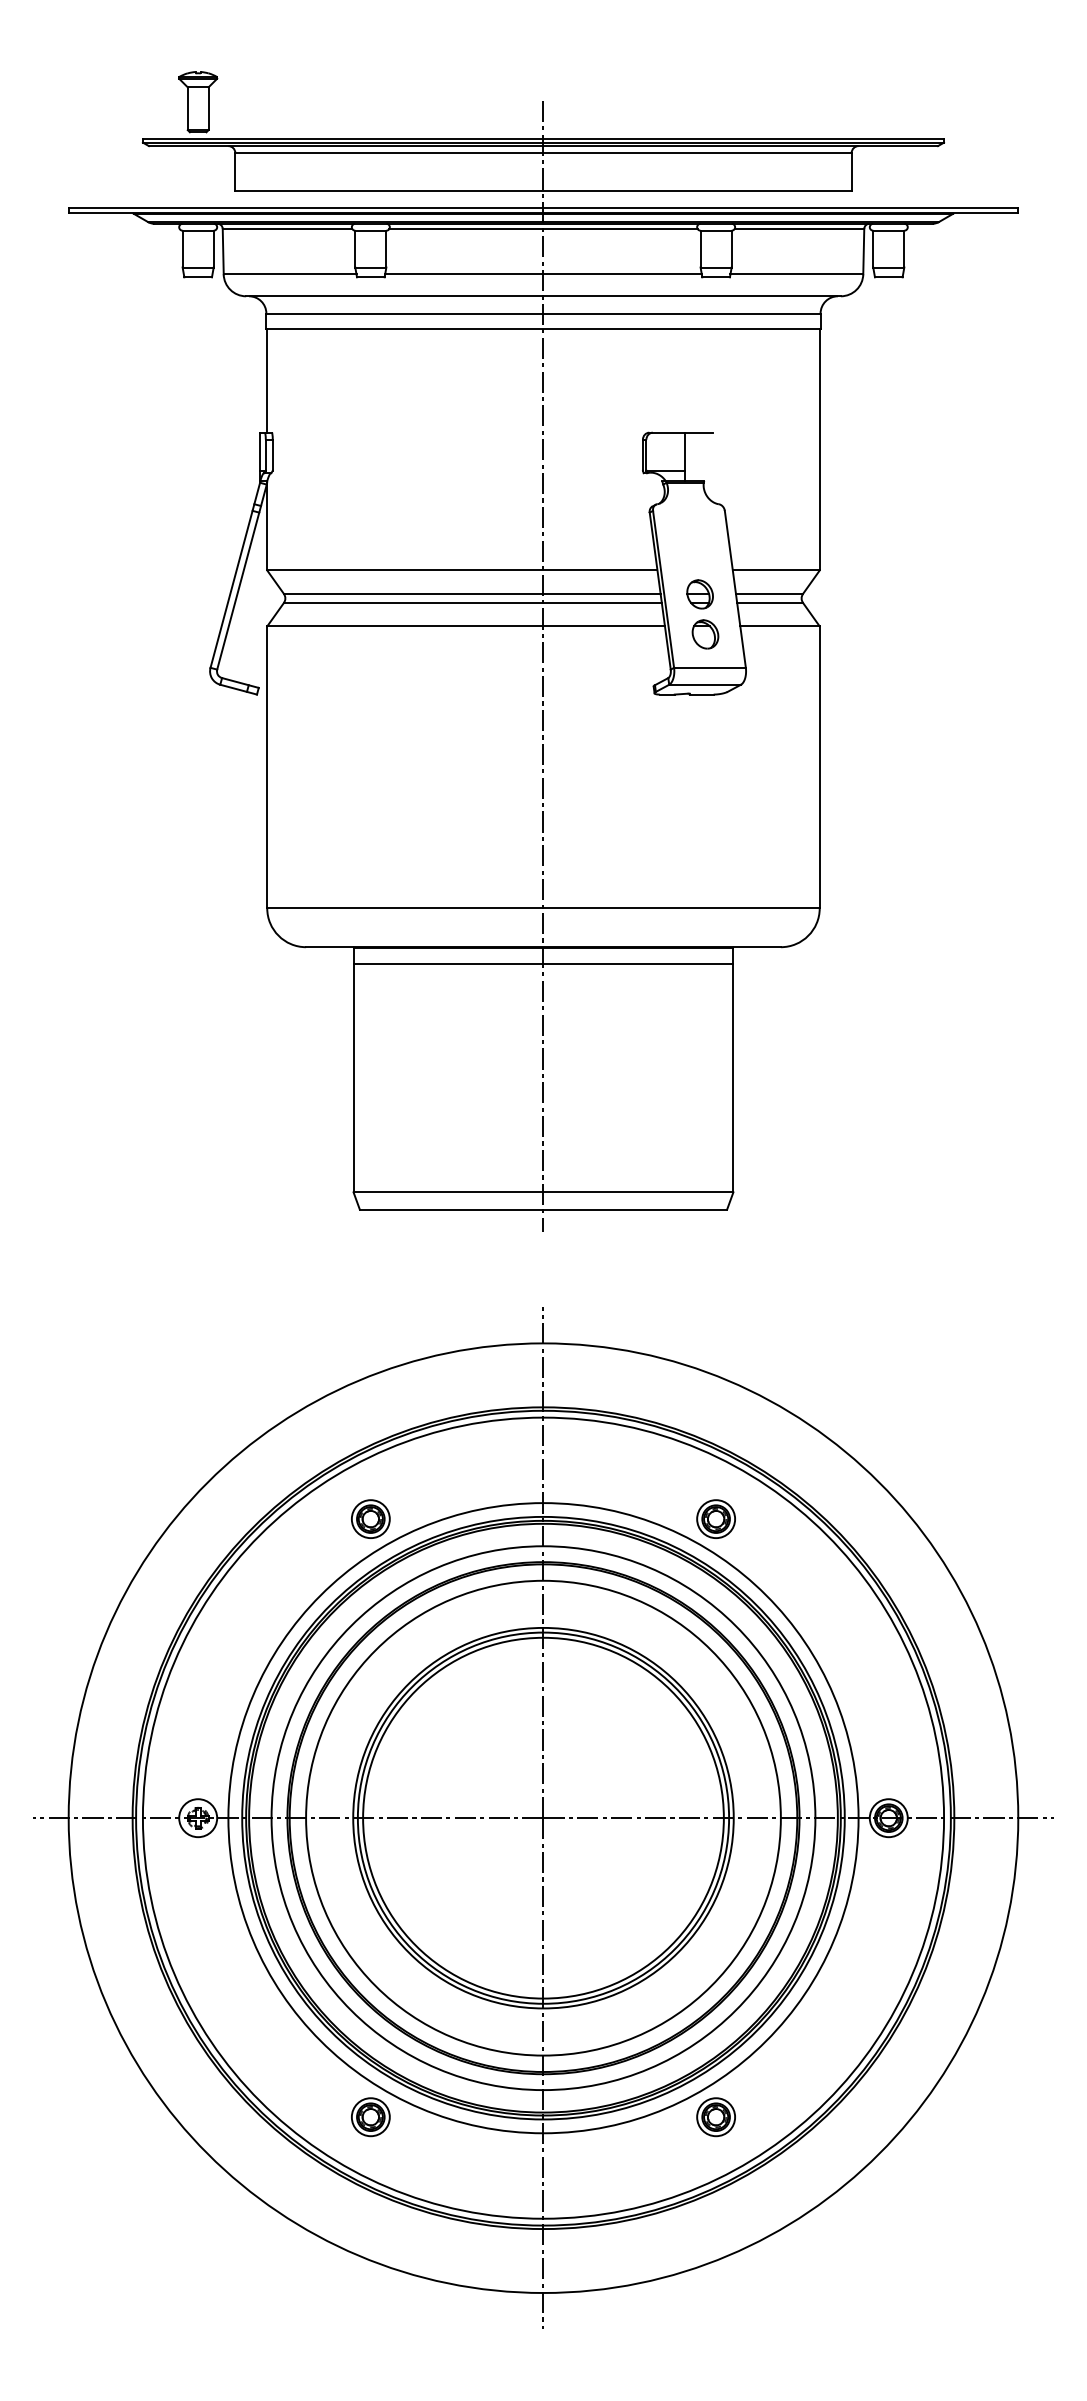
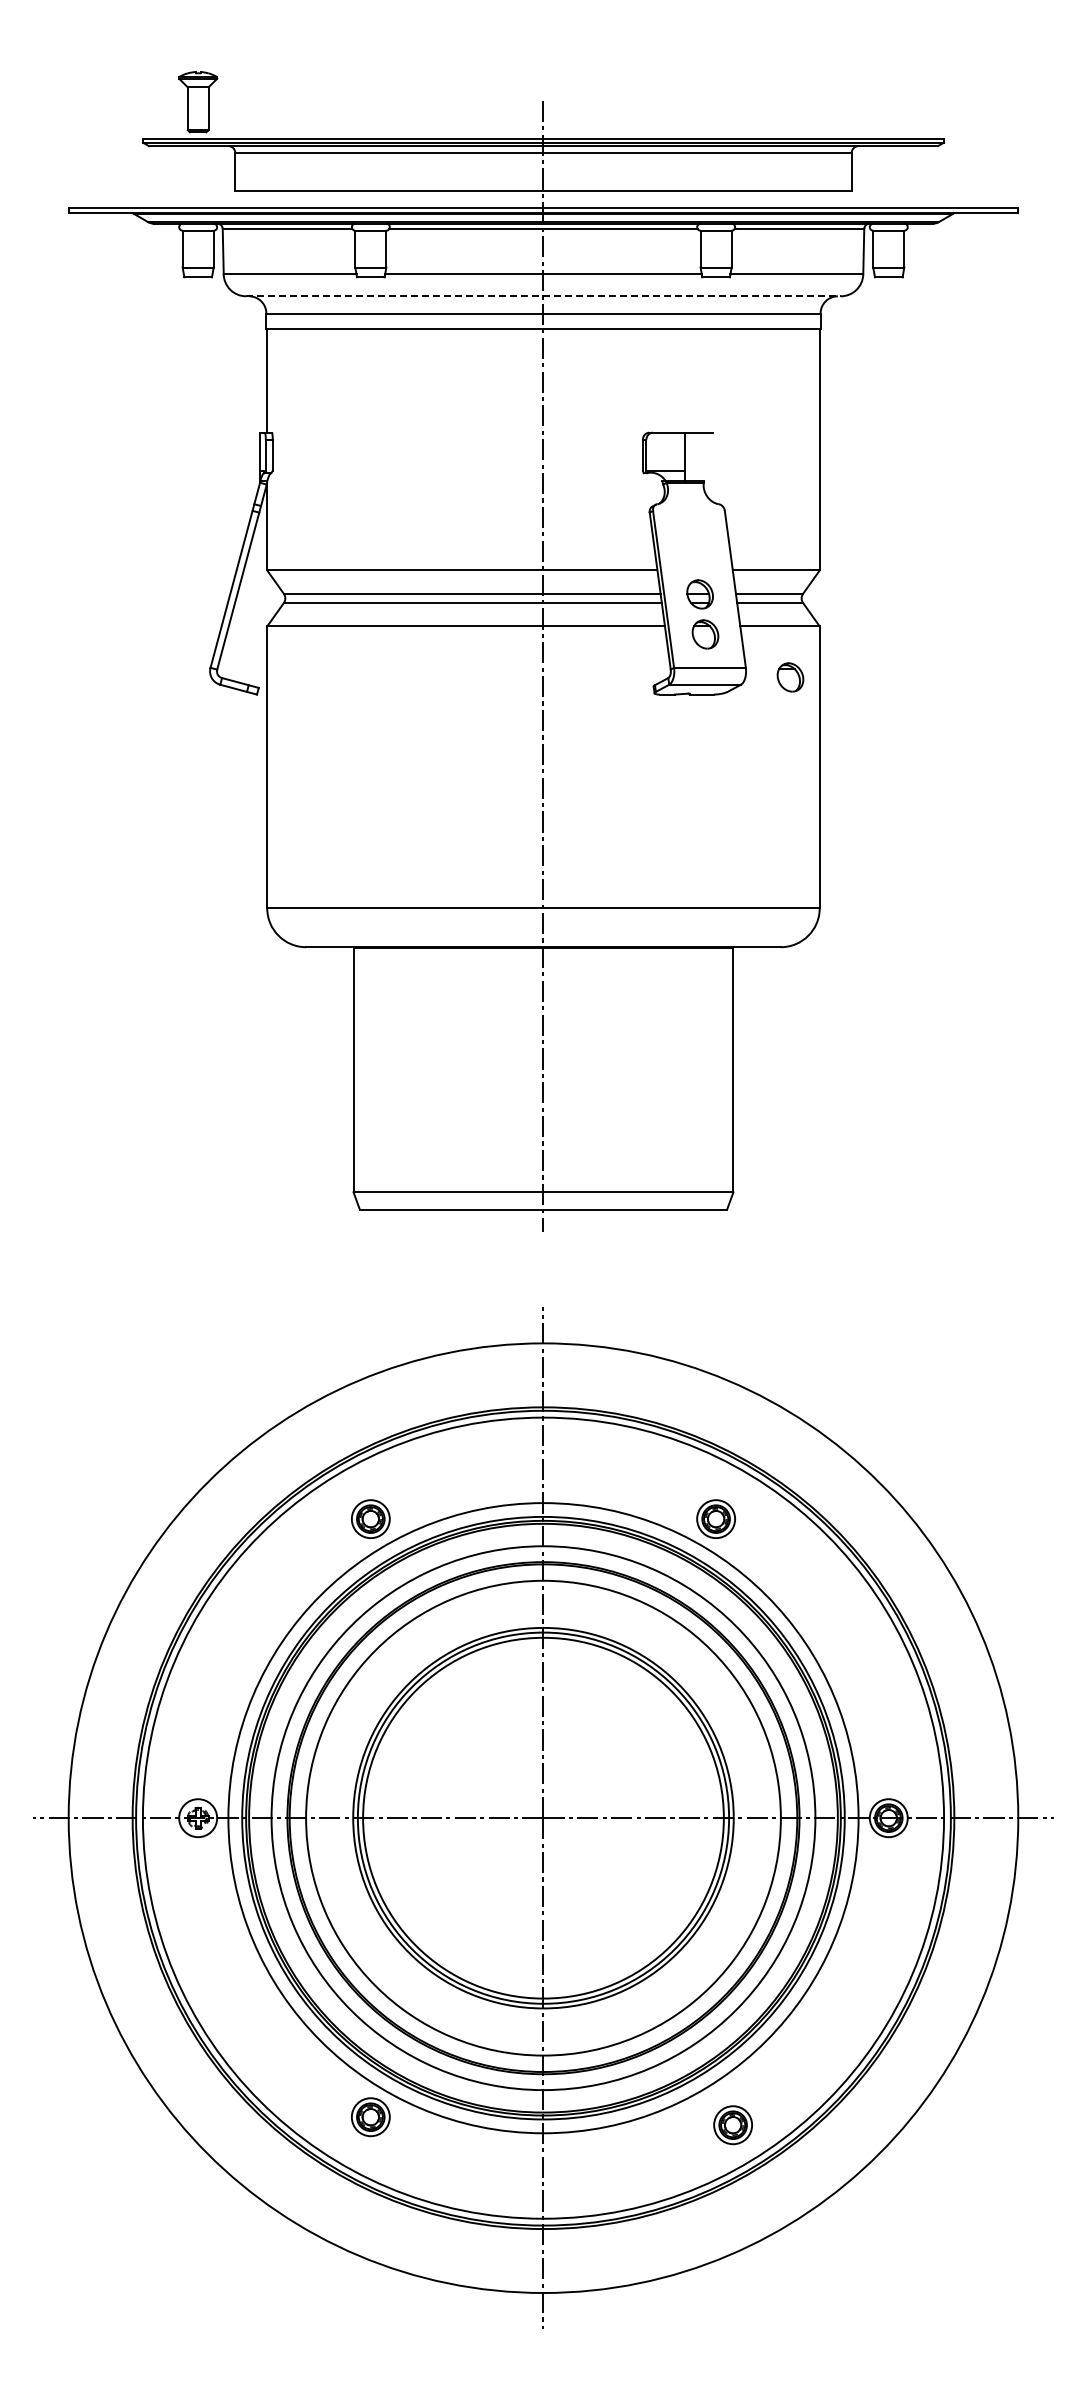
line at (543, 296): solid -> dashed
part at (790, 677): none -> present
line at (543, 964): present -> none
part at (715, 2117) position: (715, 2117) -> (732, 2125)
